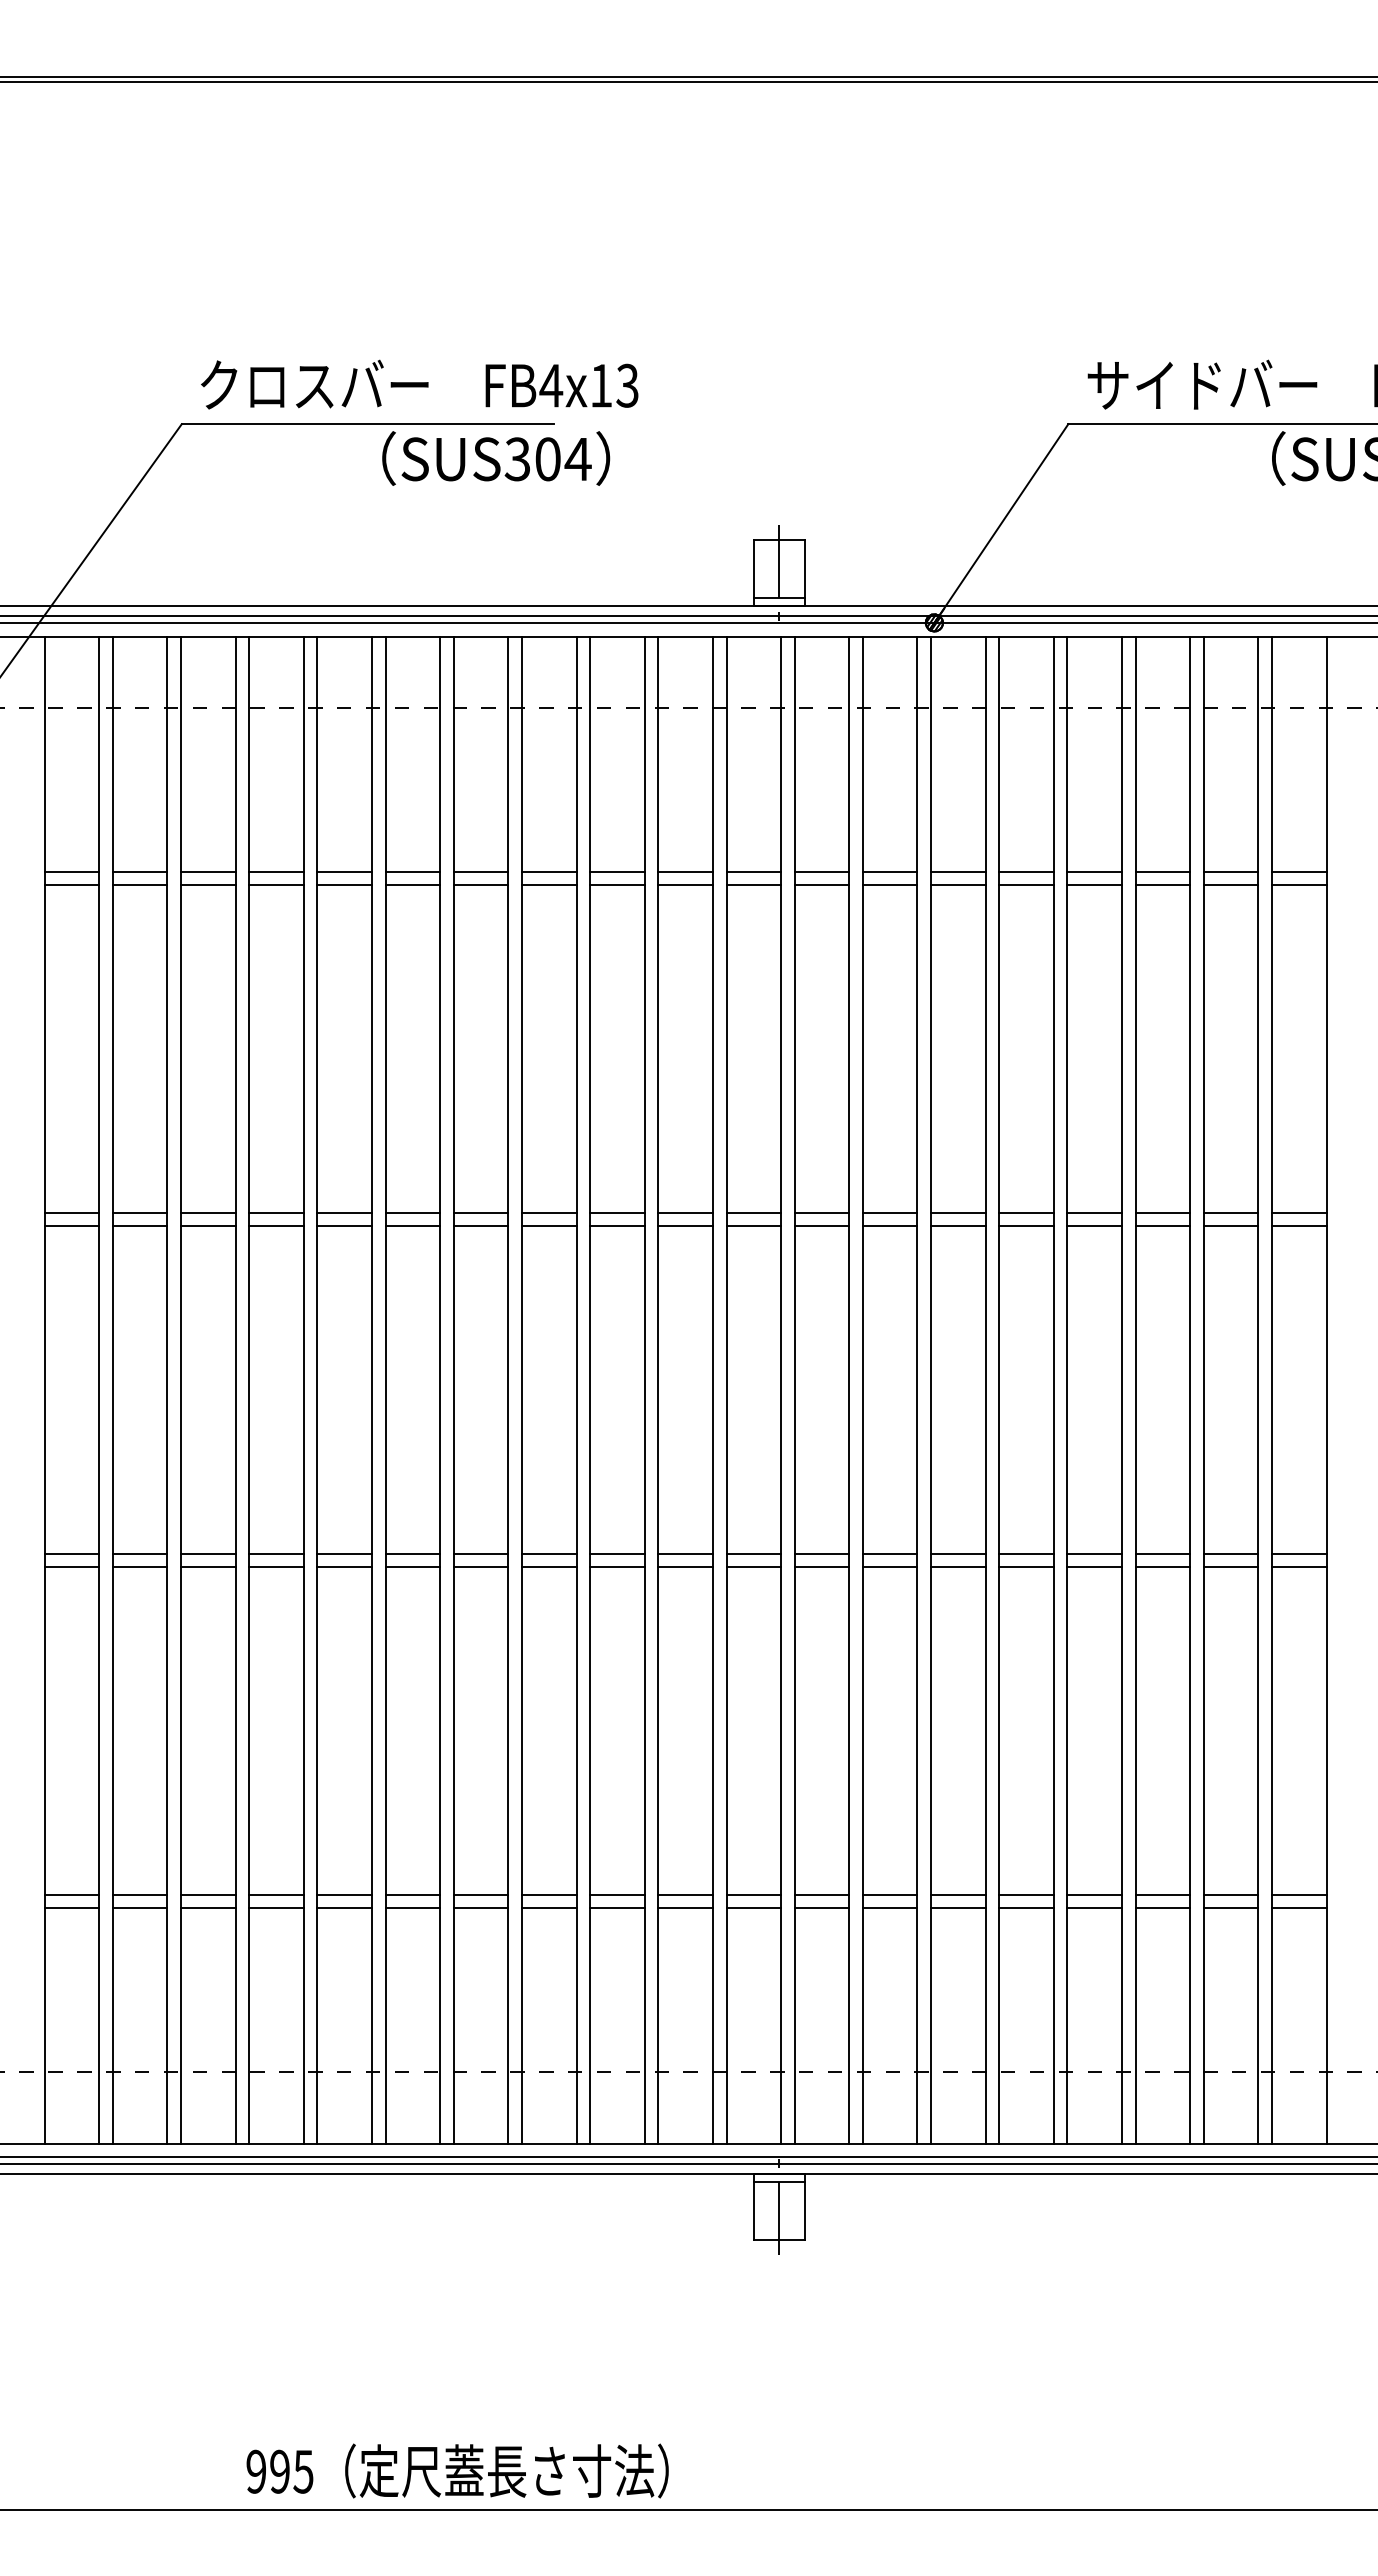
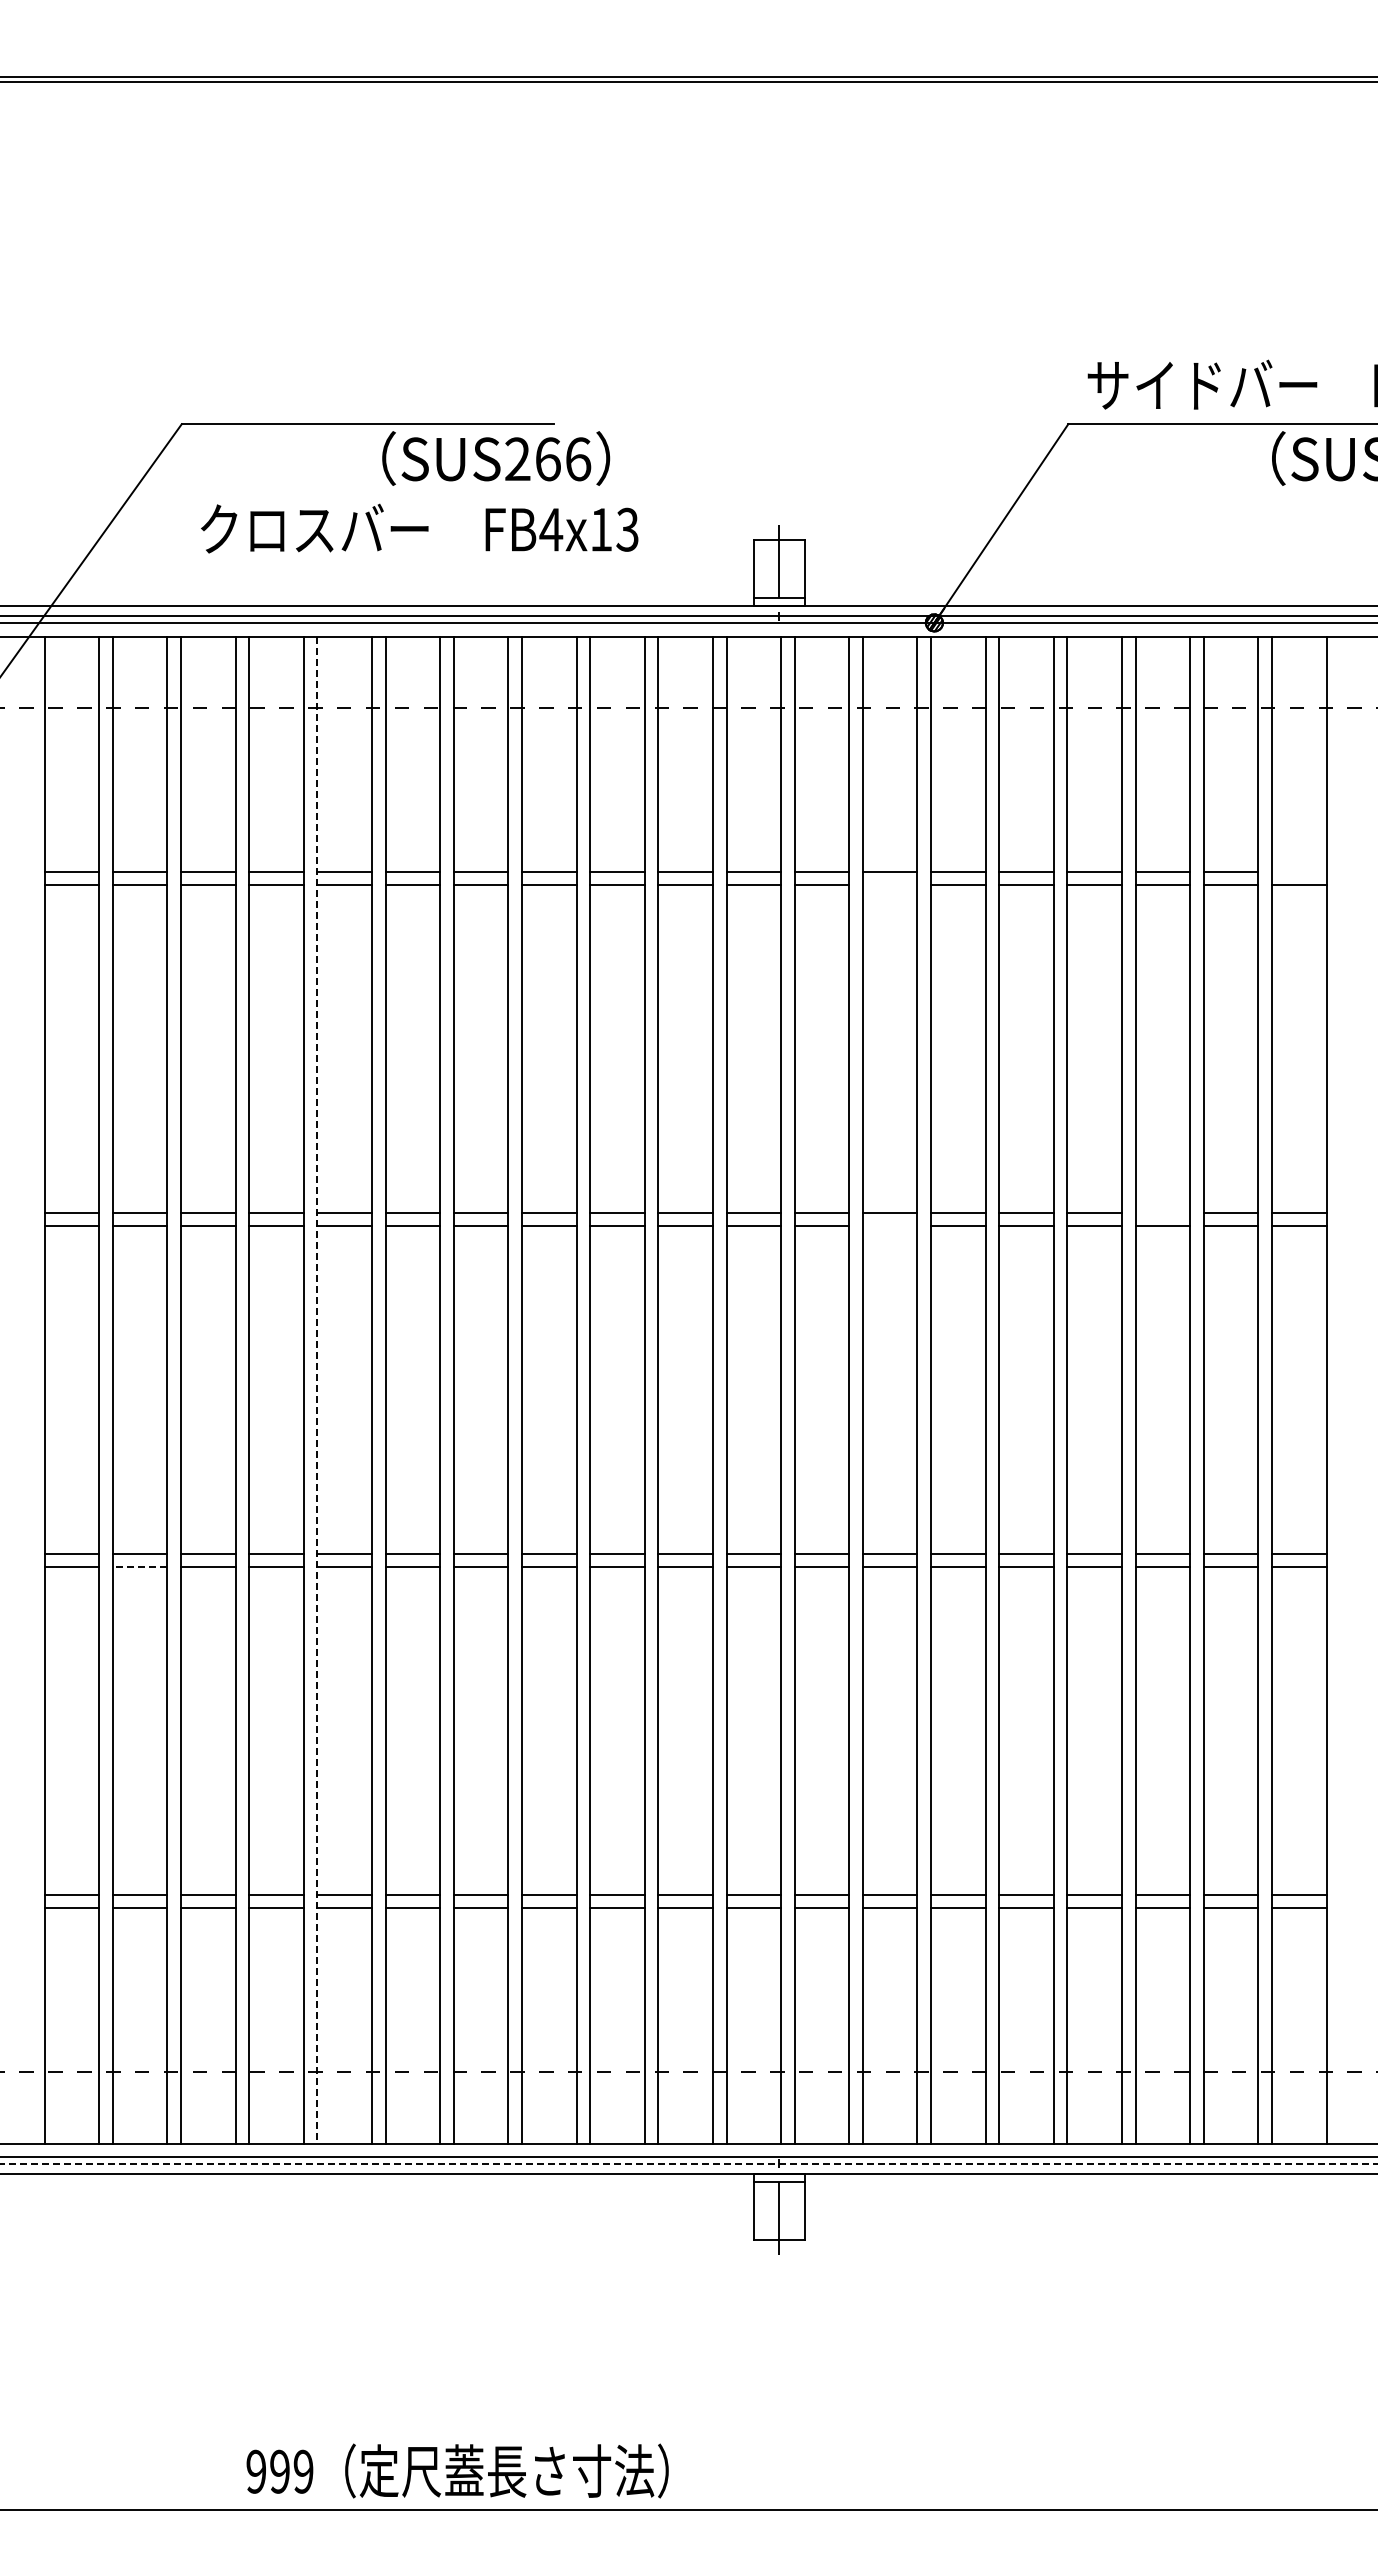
text at (419, 384) position: (419, 384) -> (419, 528)
text at (547, 459): SUS304 -> SUS266
line at (1299, 871): present -> none
line at (889, 885): present -> none
line at (1162, 1212): present -> none
line at (889, 1226): present -> none
line at (317, 1390): solid -> dashed
line at (139, 1567): solid -> dashed
line at (689, 2164): solid -> dashed
text at (303, 2471): 995 -> 999
